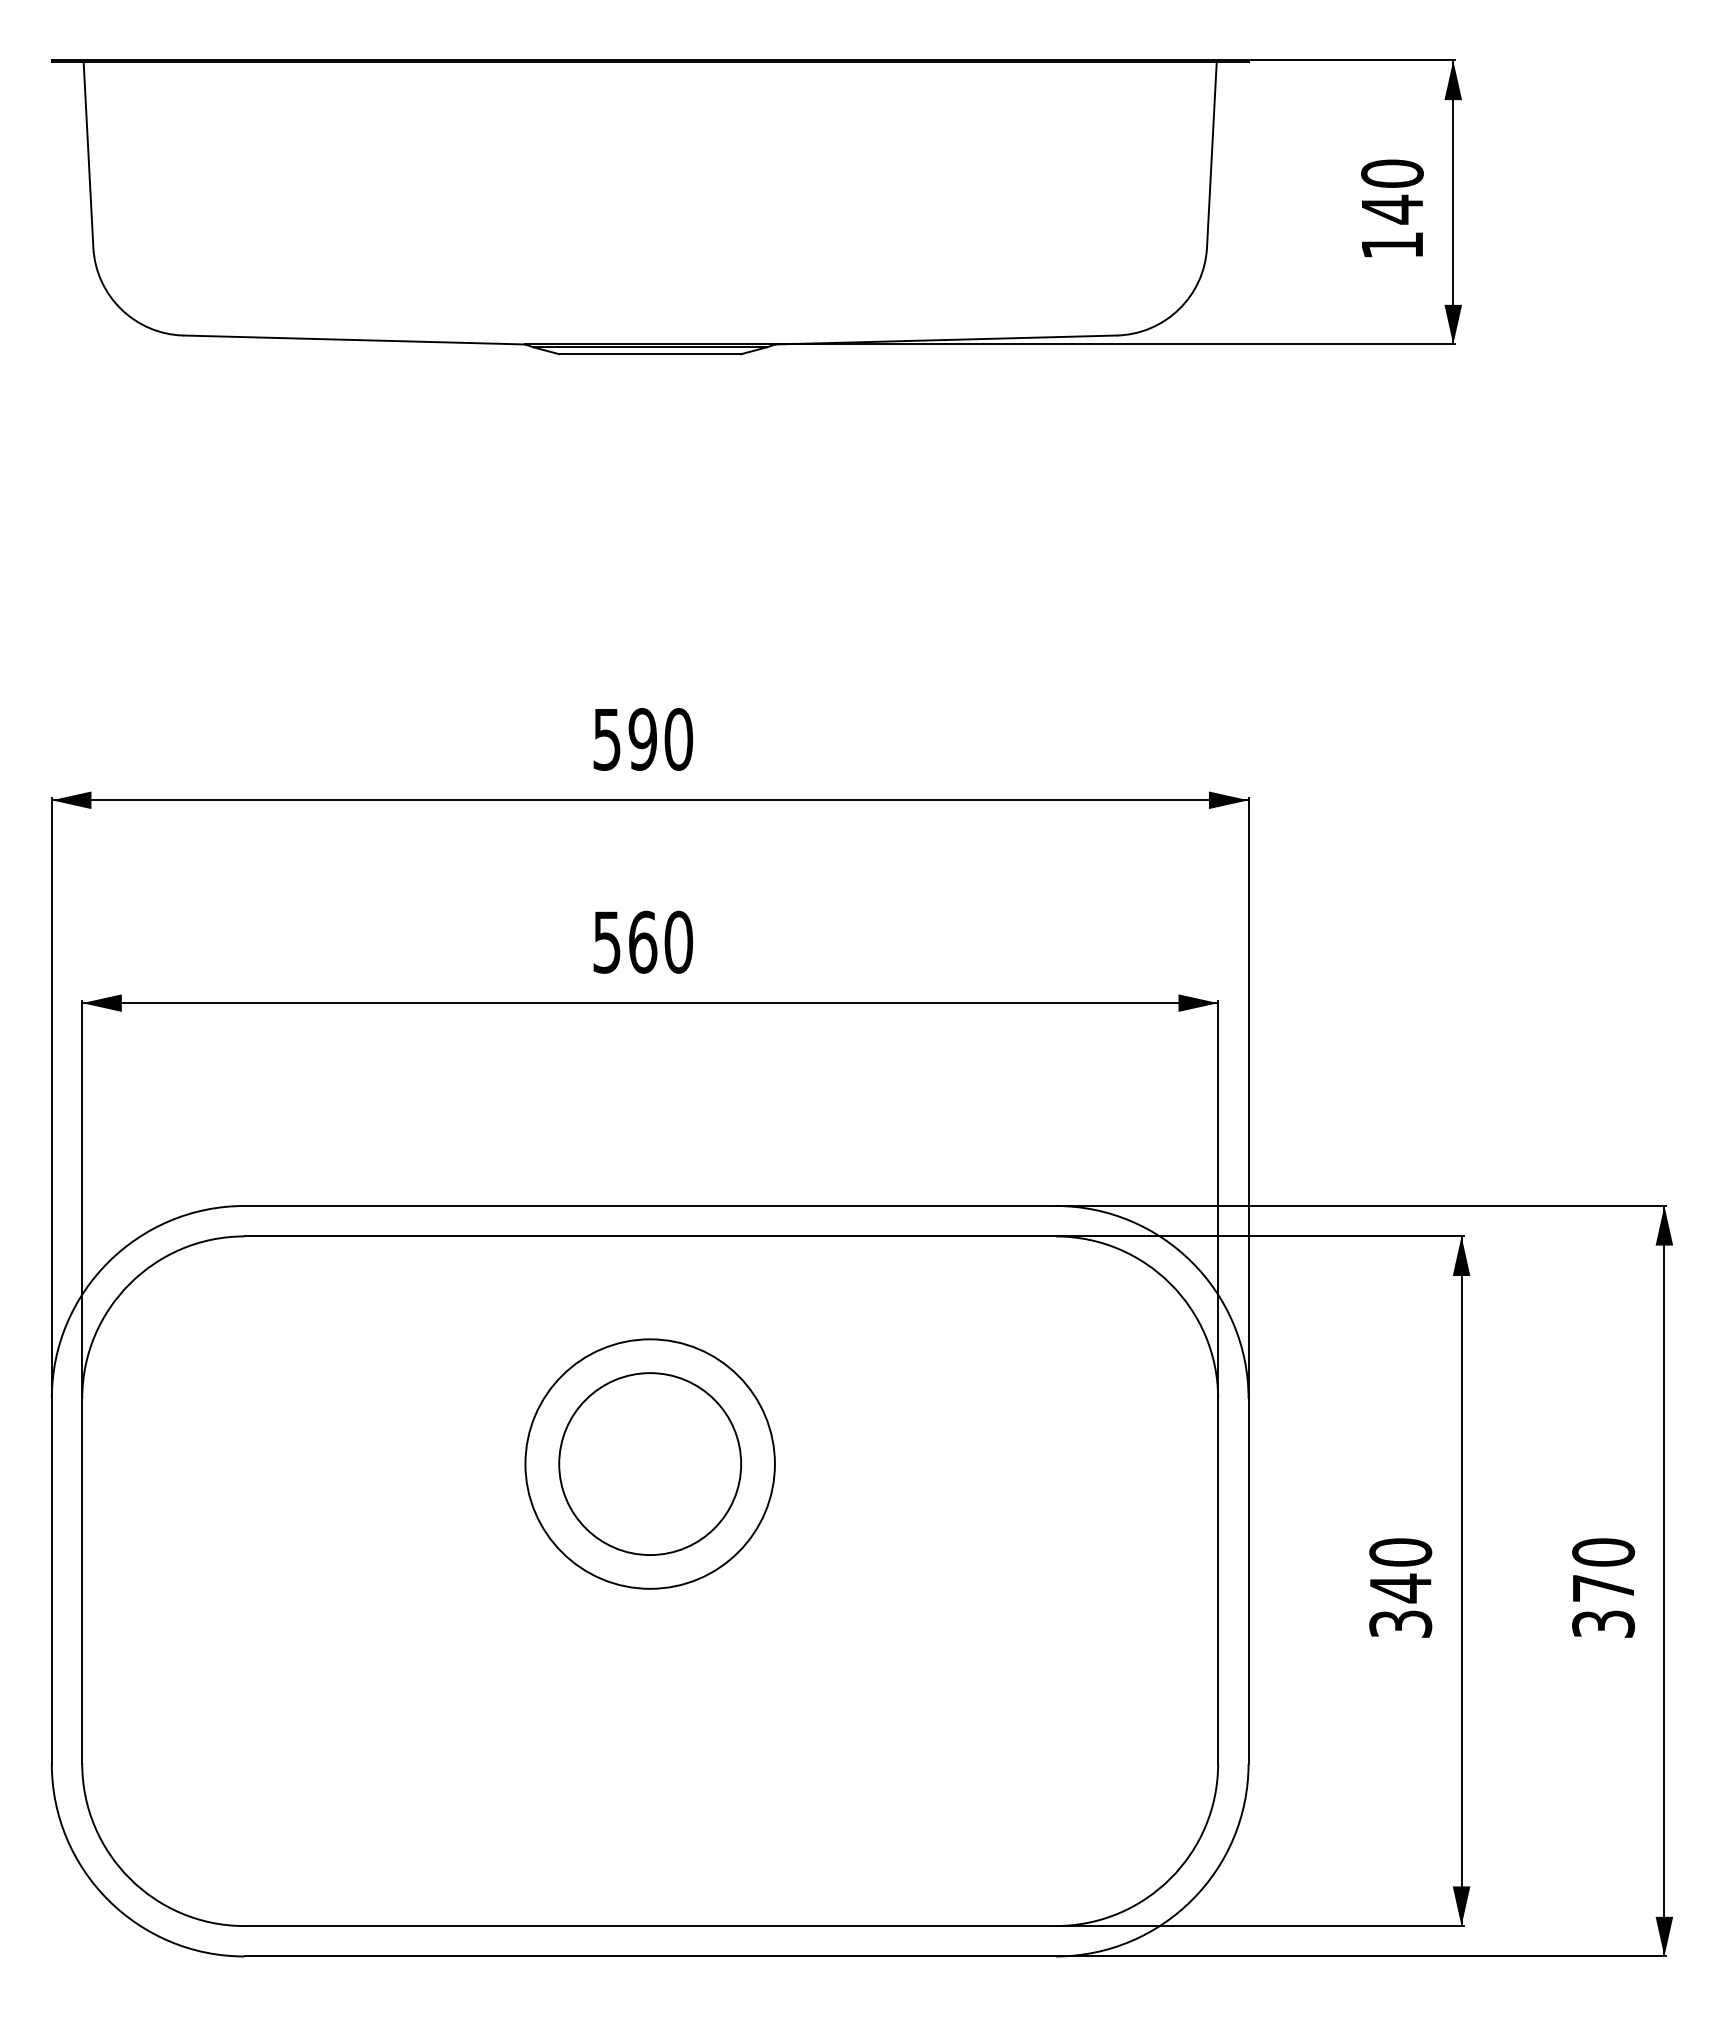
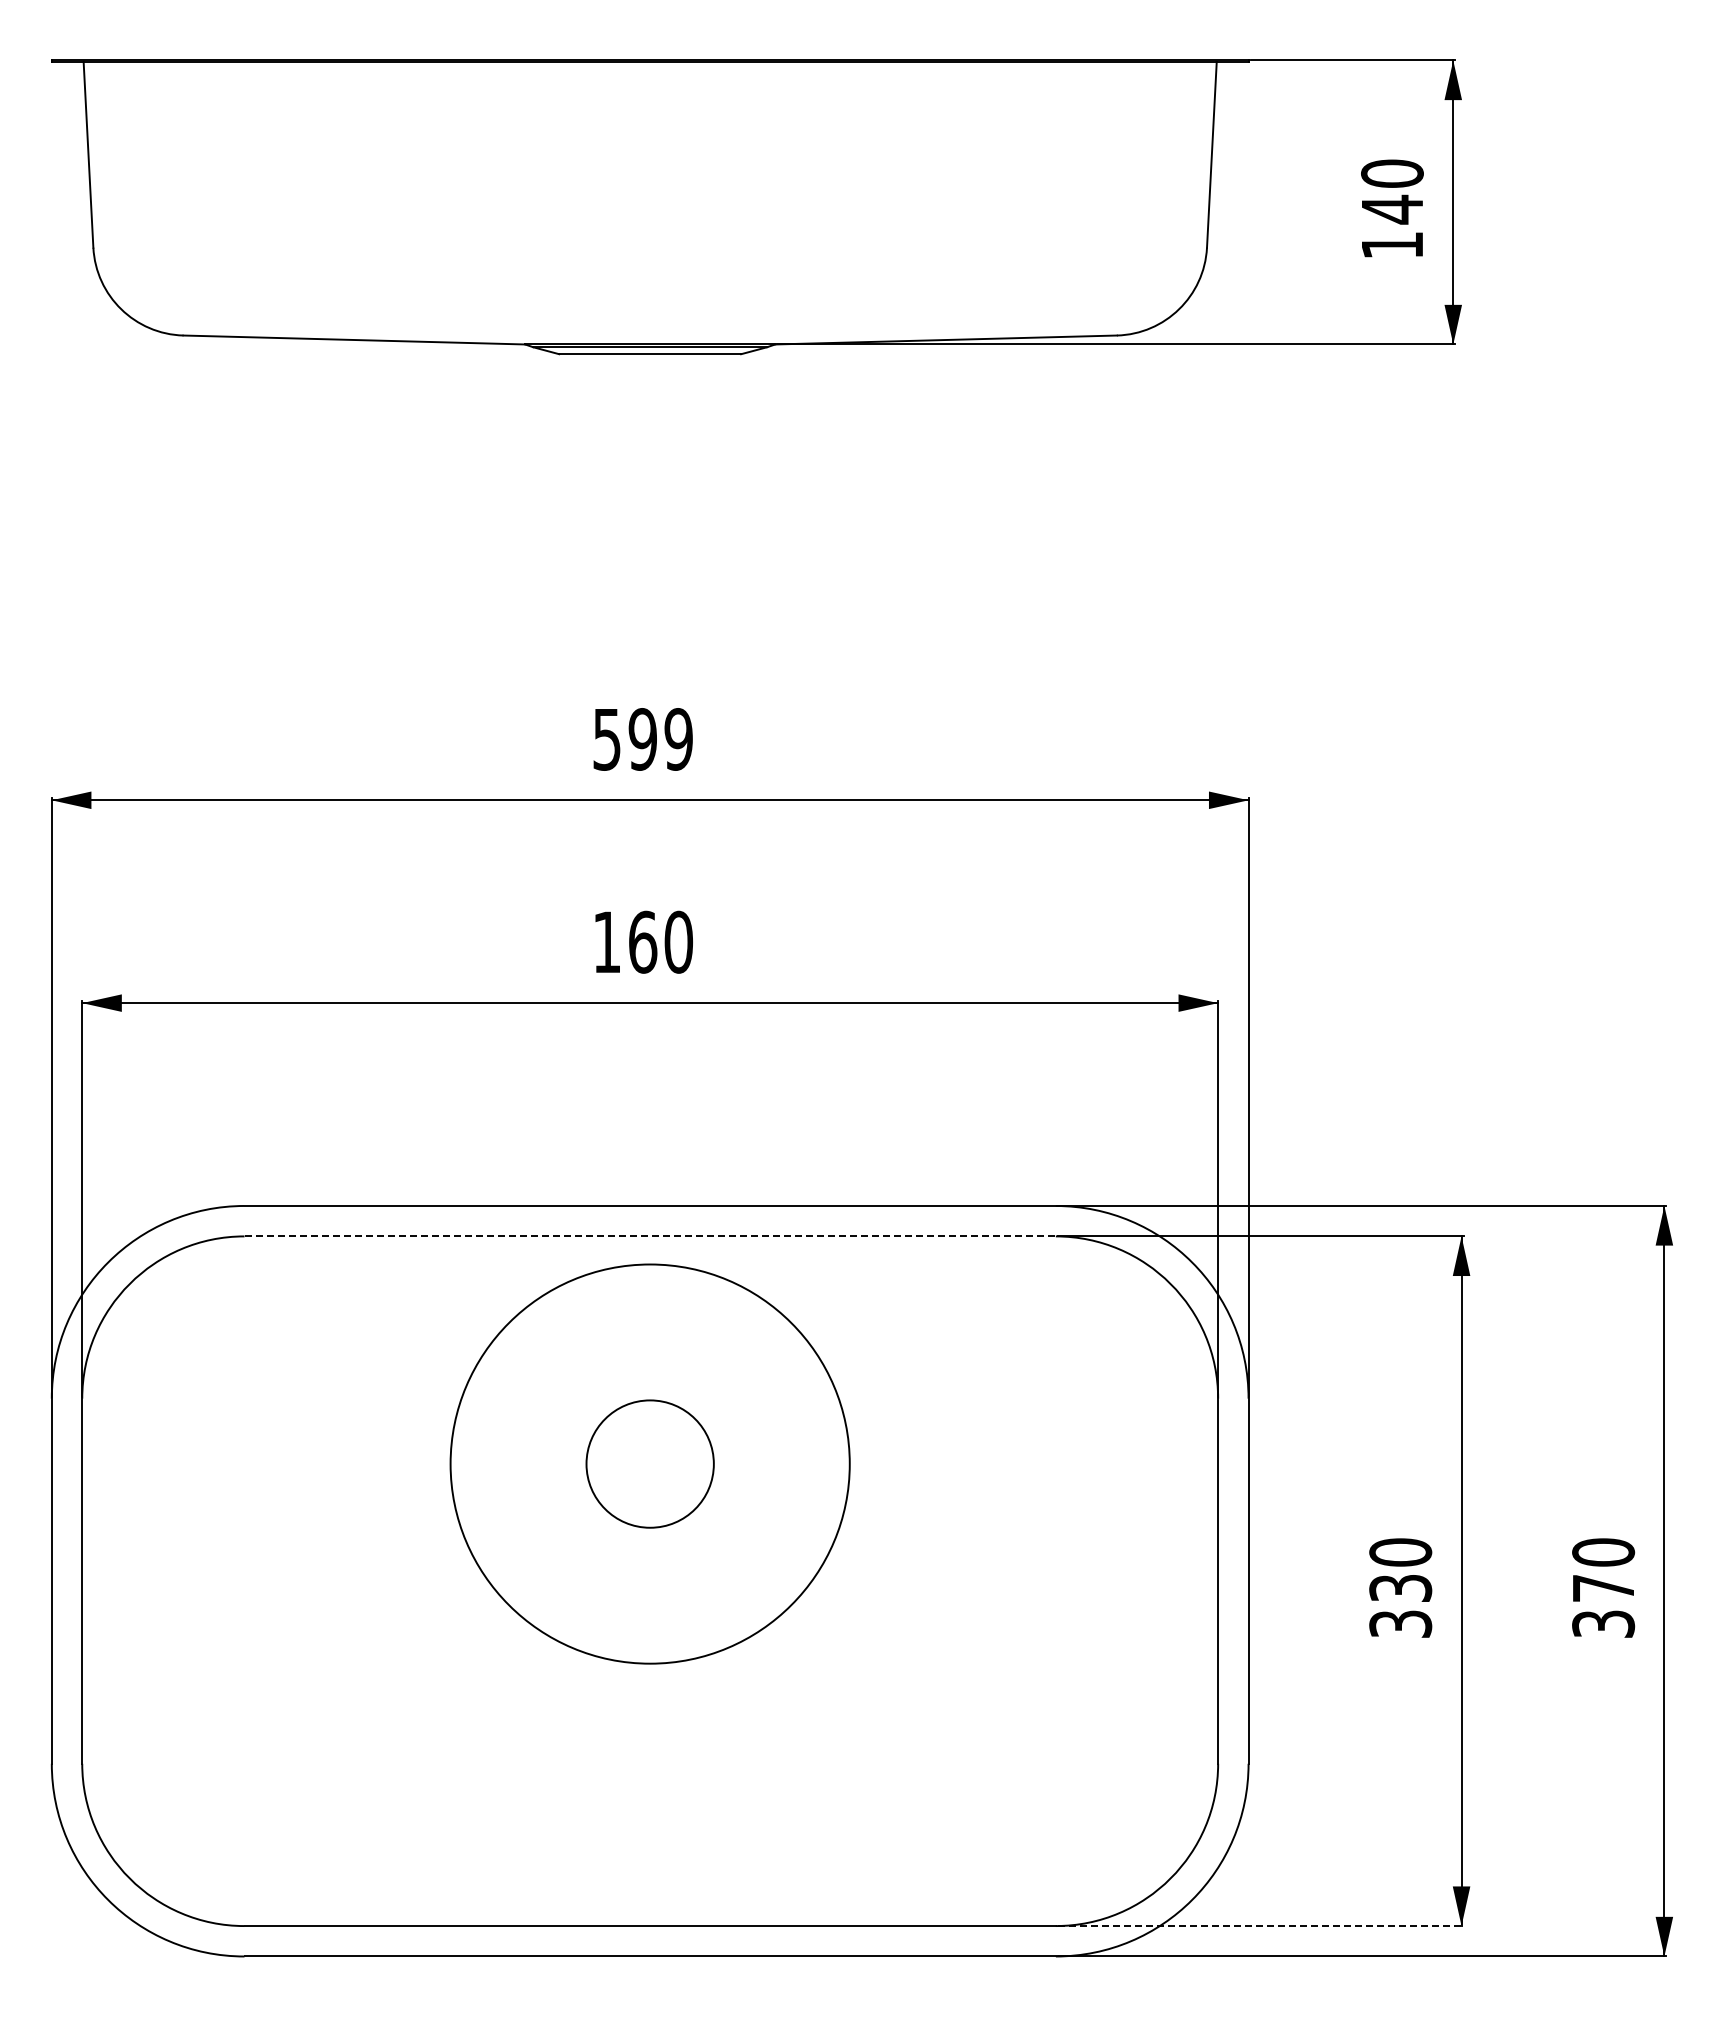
text at (678, 739): 590 -> 599
text at (606, 942): 560 -> 160
line at (650, 1236): solid -> dashed
circle at (649, 1463) diameter: 249 px -> 399 px
circle at (650, 1464) diameter: 182 px -> 127 px
text at (1400, 1588): 340 -> 330
line at (1260, 1926): solid -> dashed
